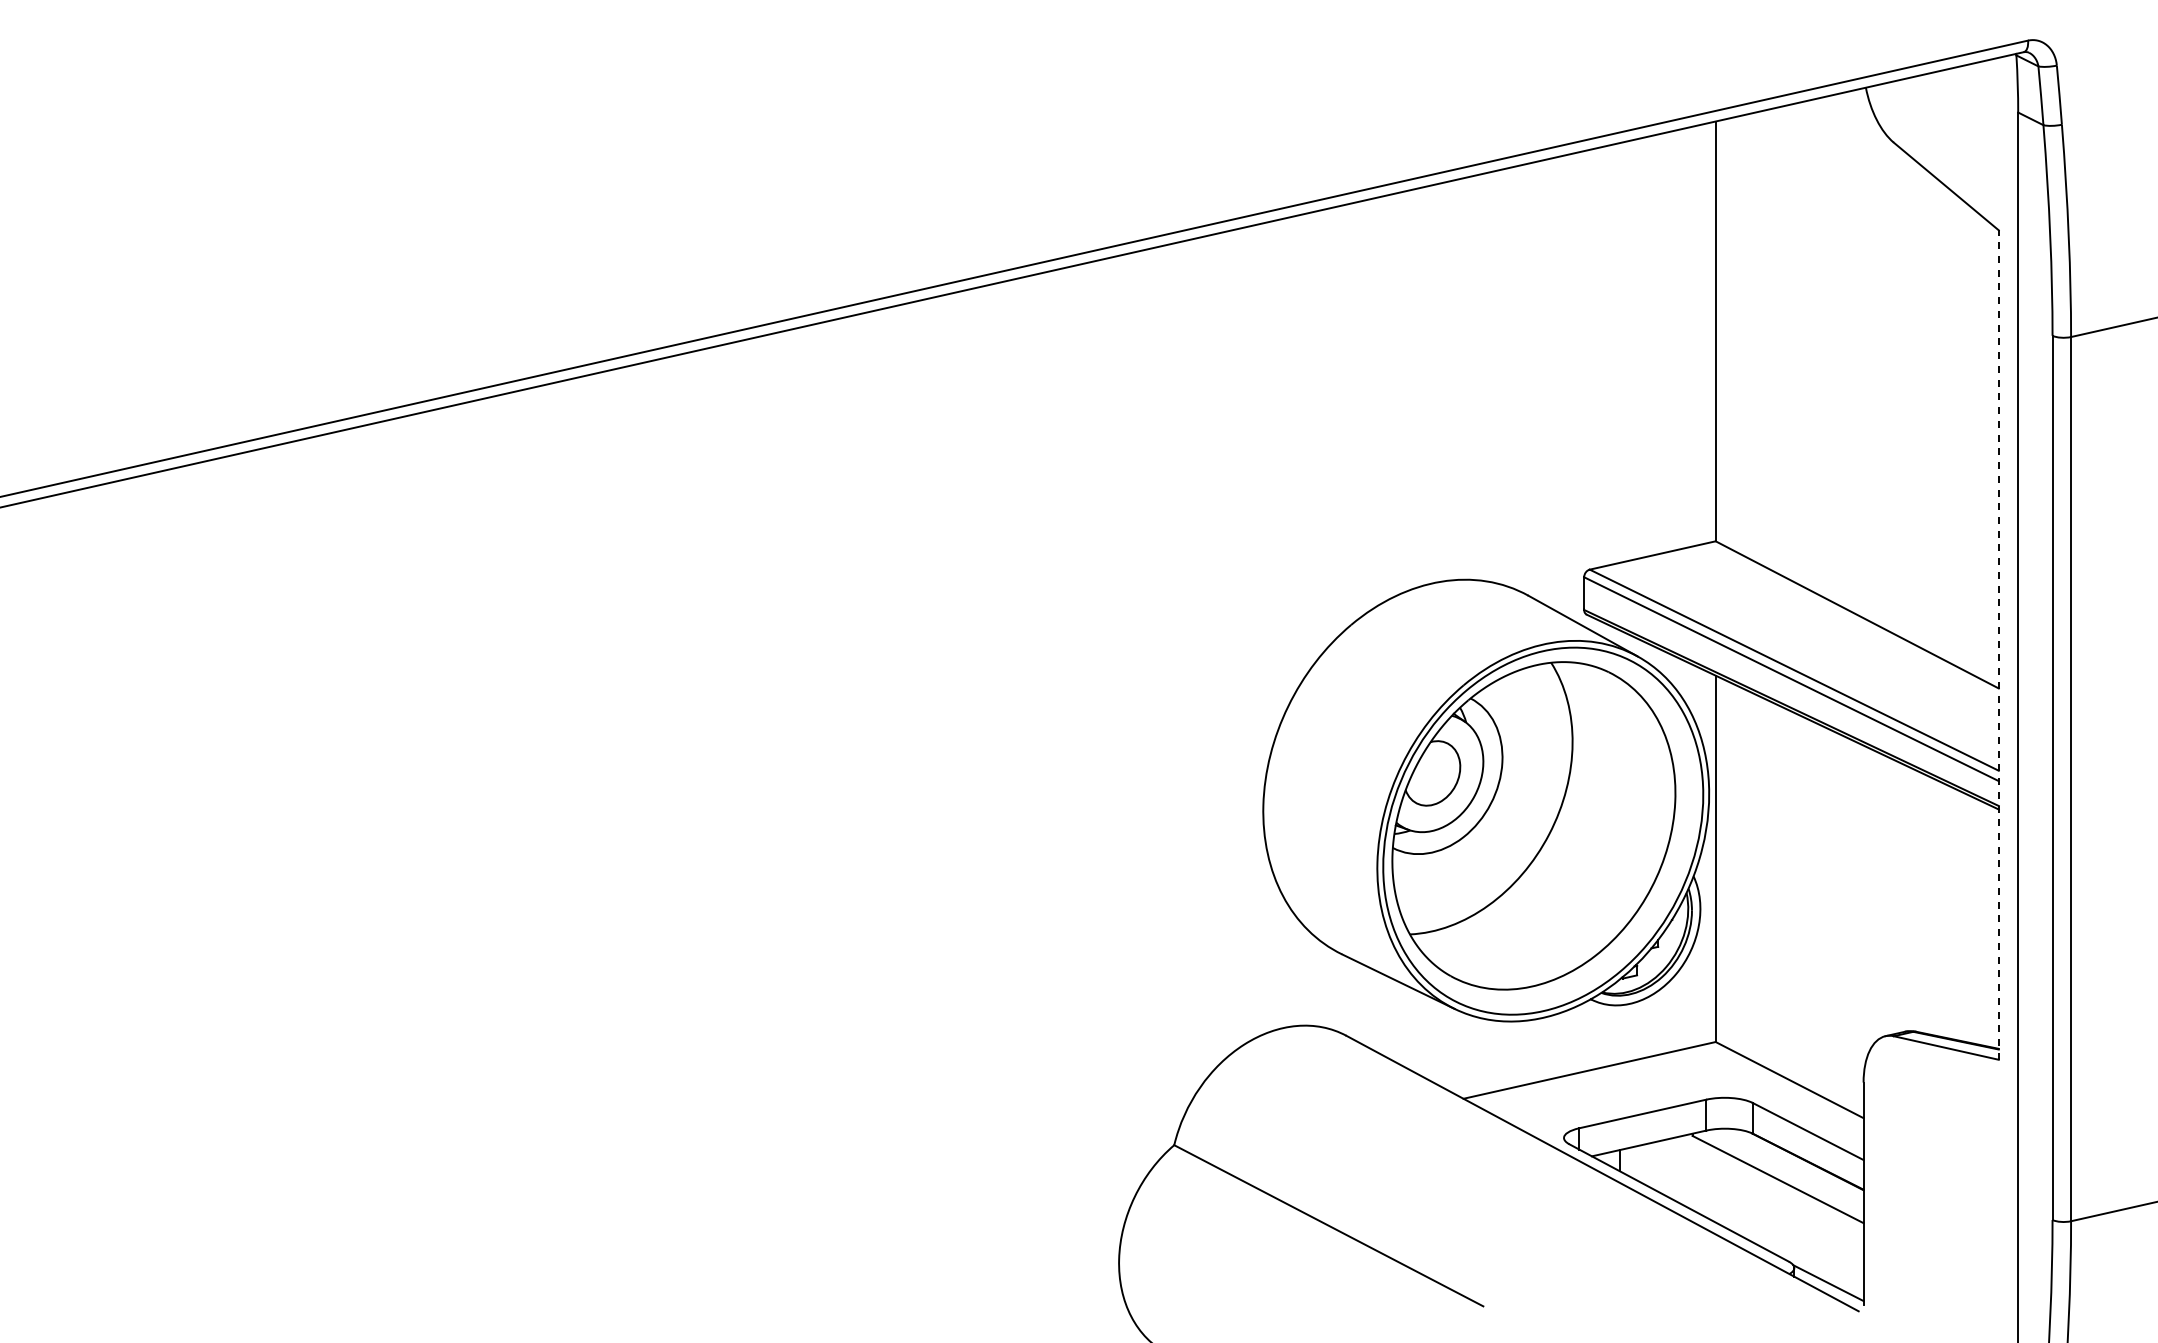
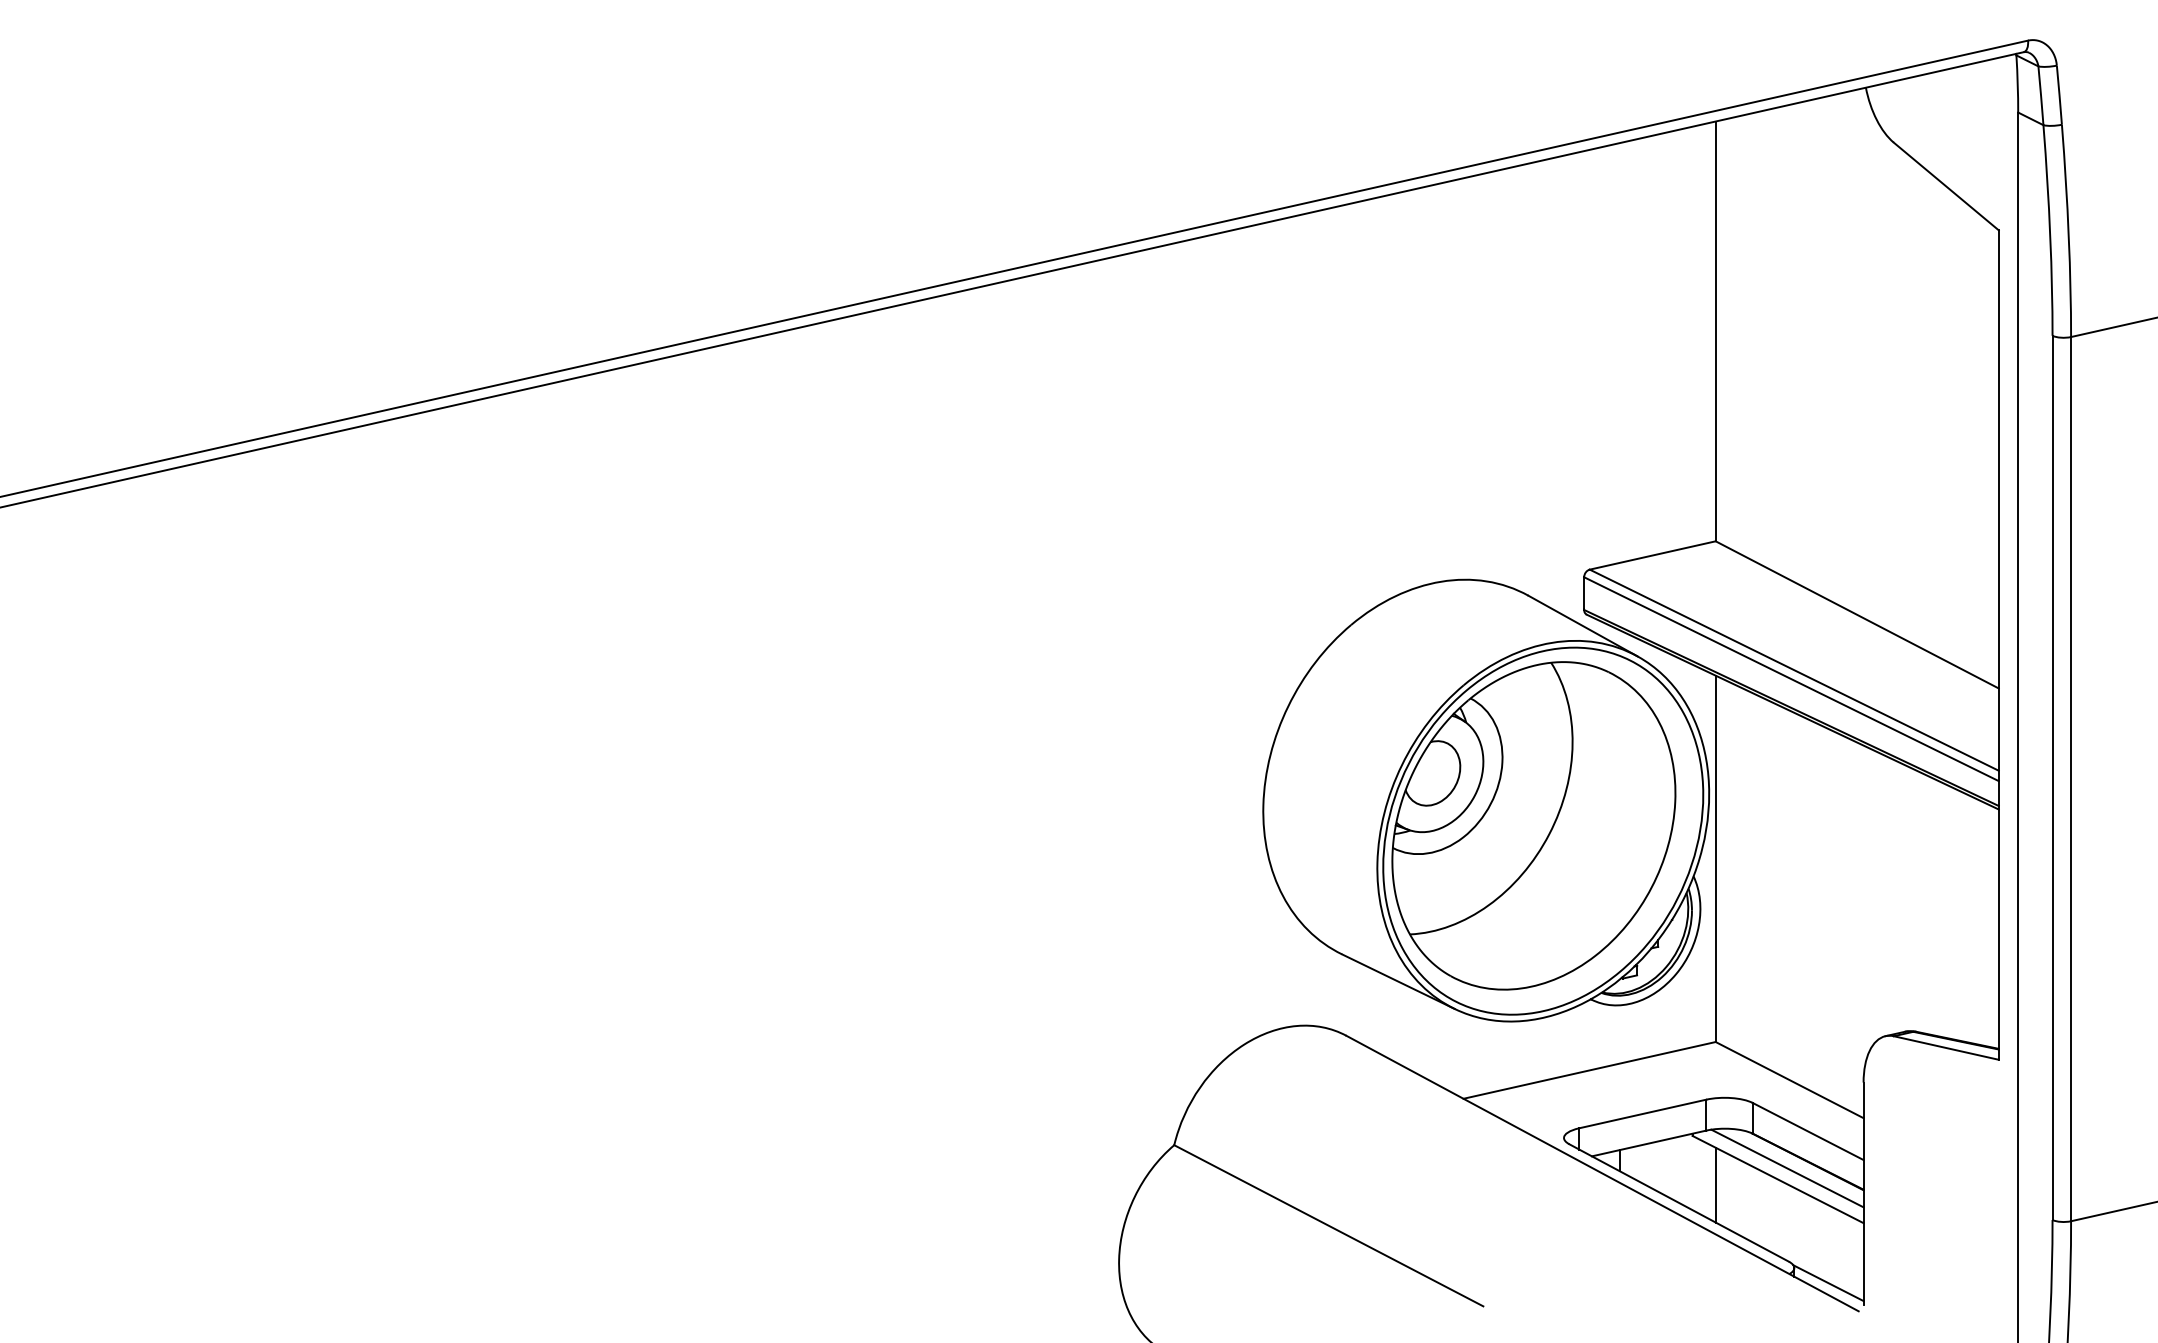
line at (1998, 645): dashed -> solid
line at (1787, 1168): none -> present
line at (1715, 1184): none -> present
